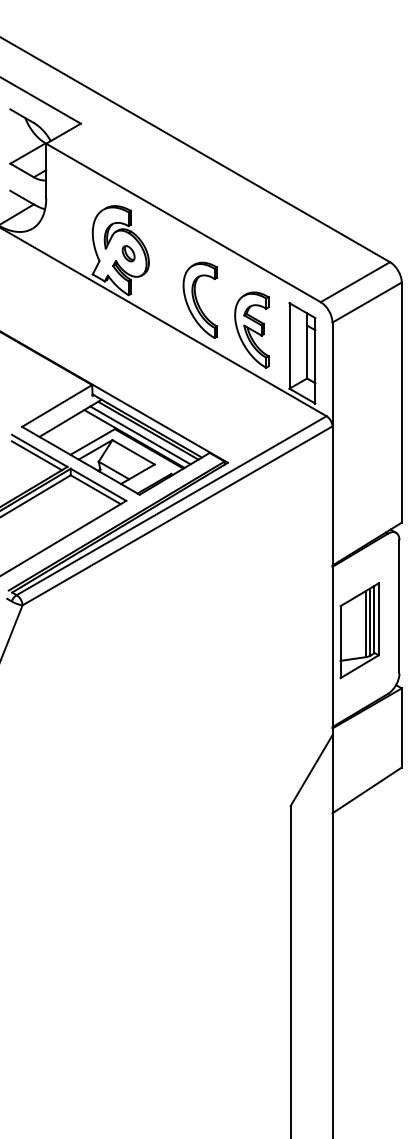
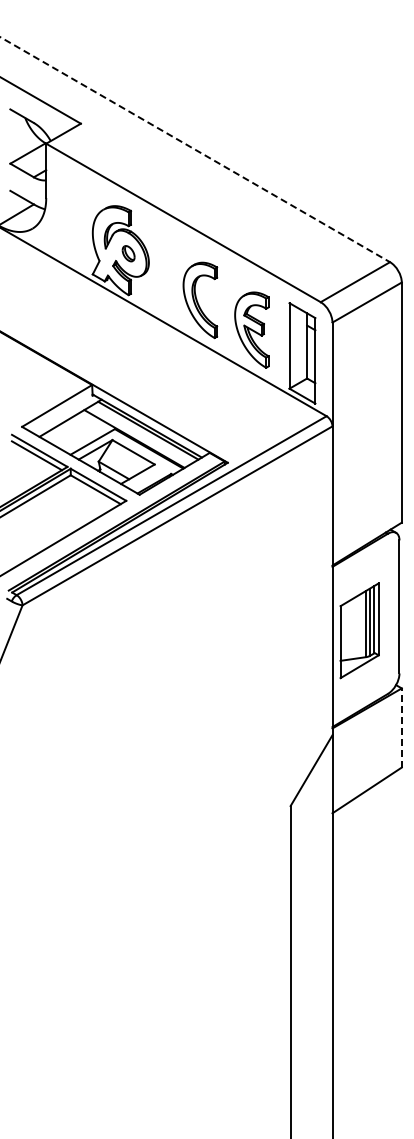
line at (195, 149): solid -> dashed
line at (140, 435): present -> none
line at (401, 728): solid -> dashed
